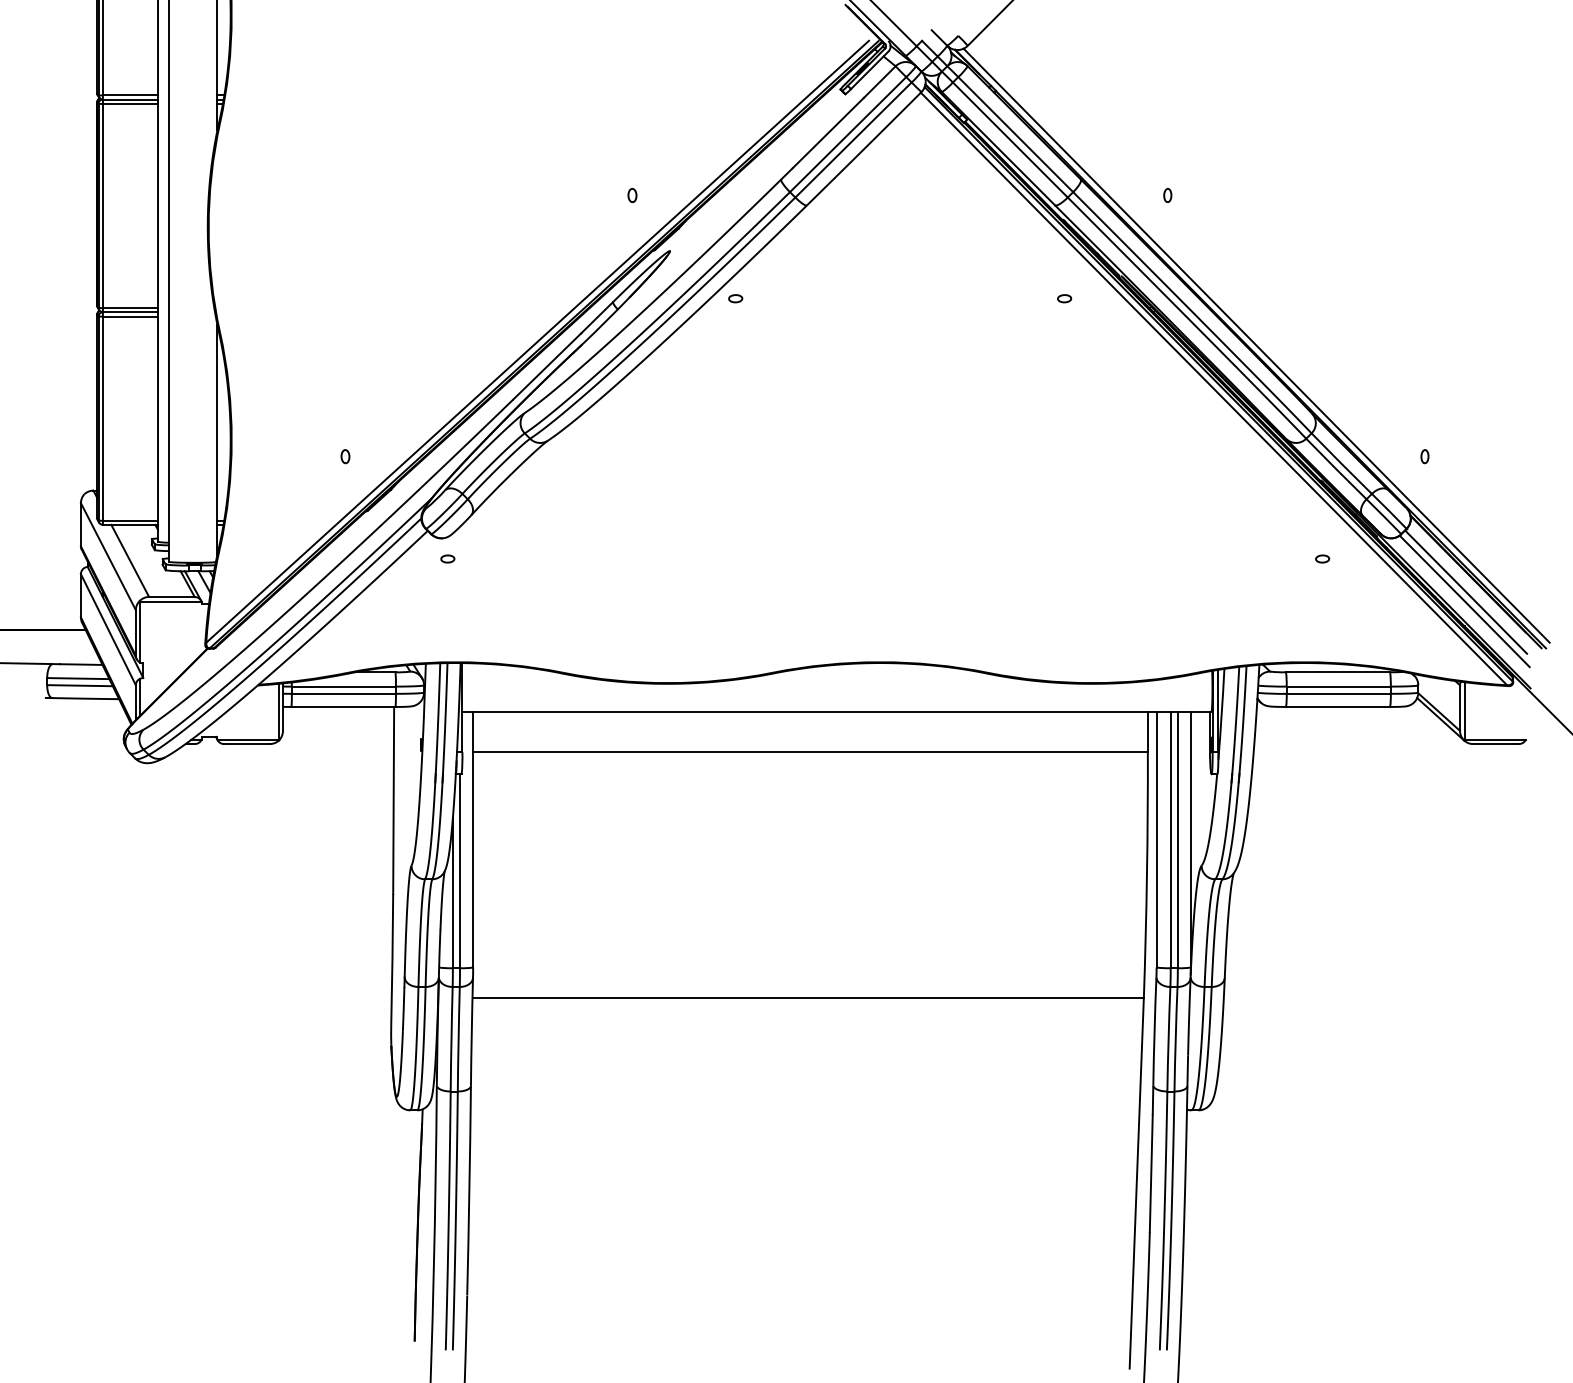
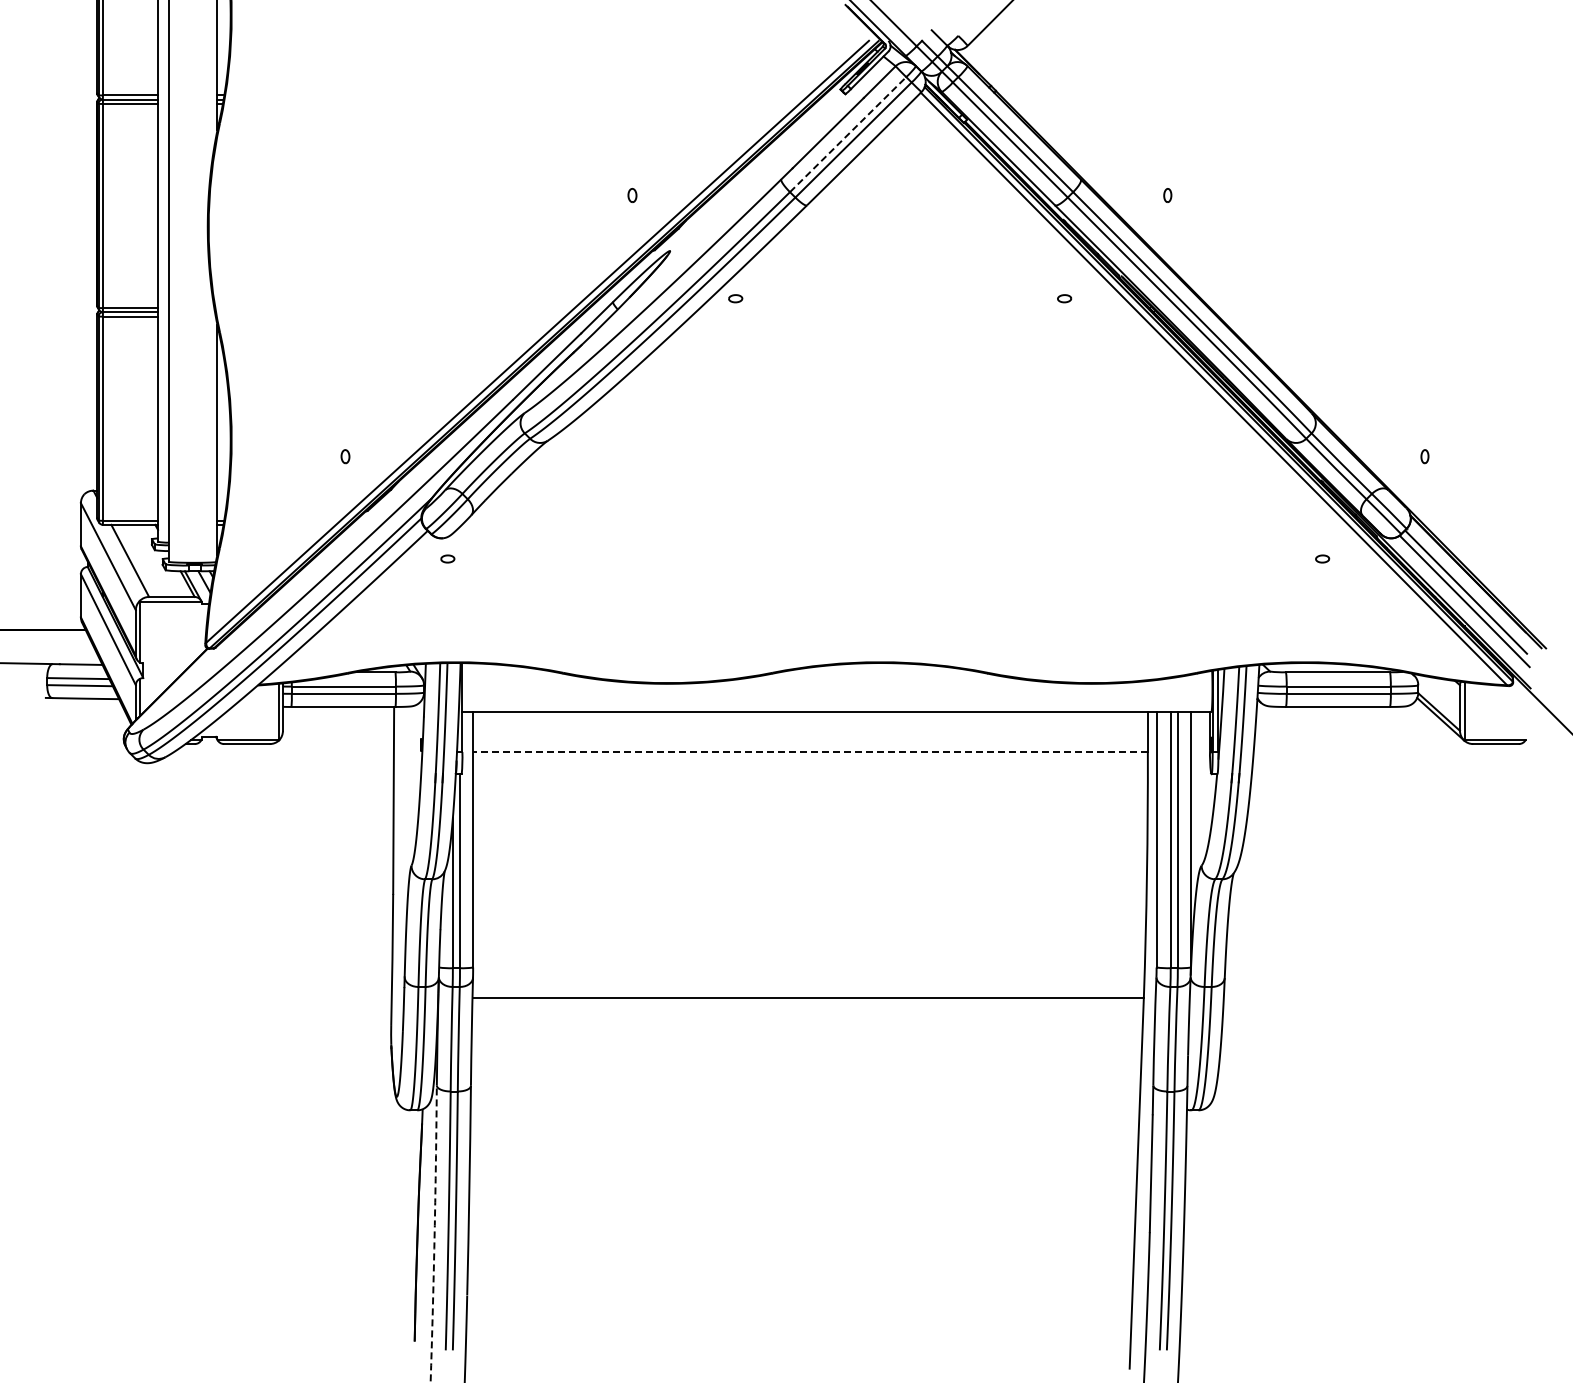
line at (848, 134): solid -> dashed
line at (1256, 345): present -> none
line at (809, 751): solid -> dashed
arc at (434, 1234): solid -> dashed
